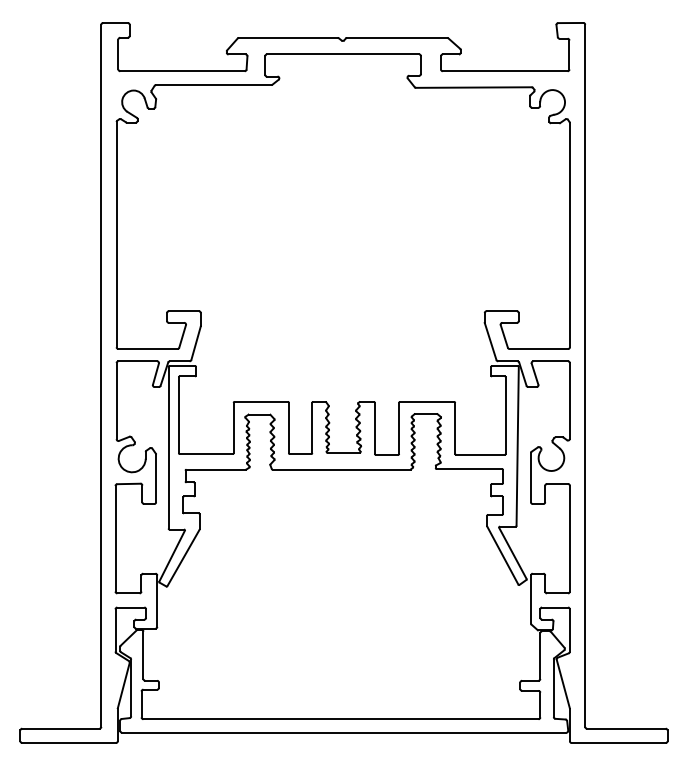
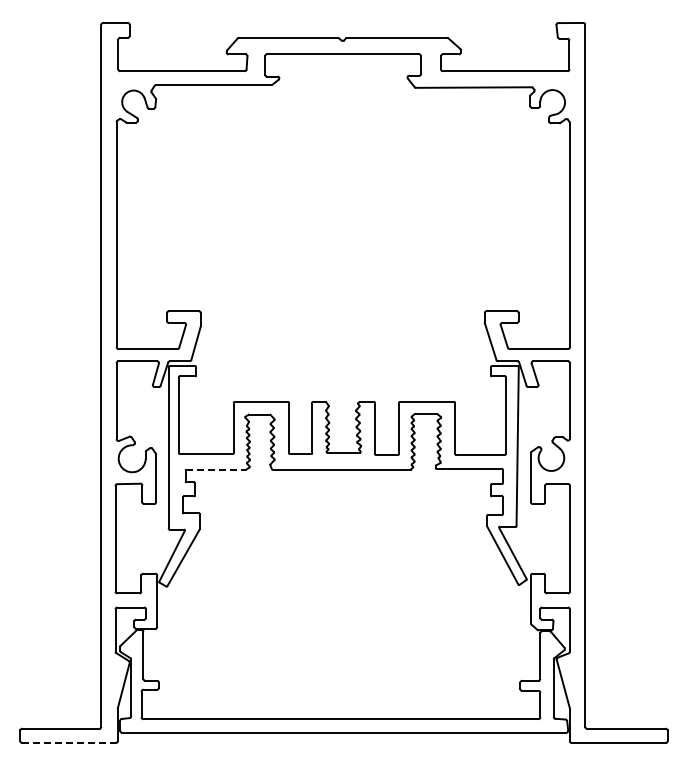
line at (216, 469): solid -> dashed
line at (69, 743): solid -> dashed
